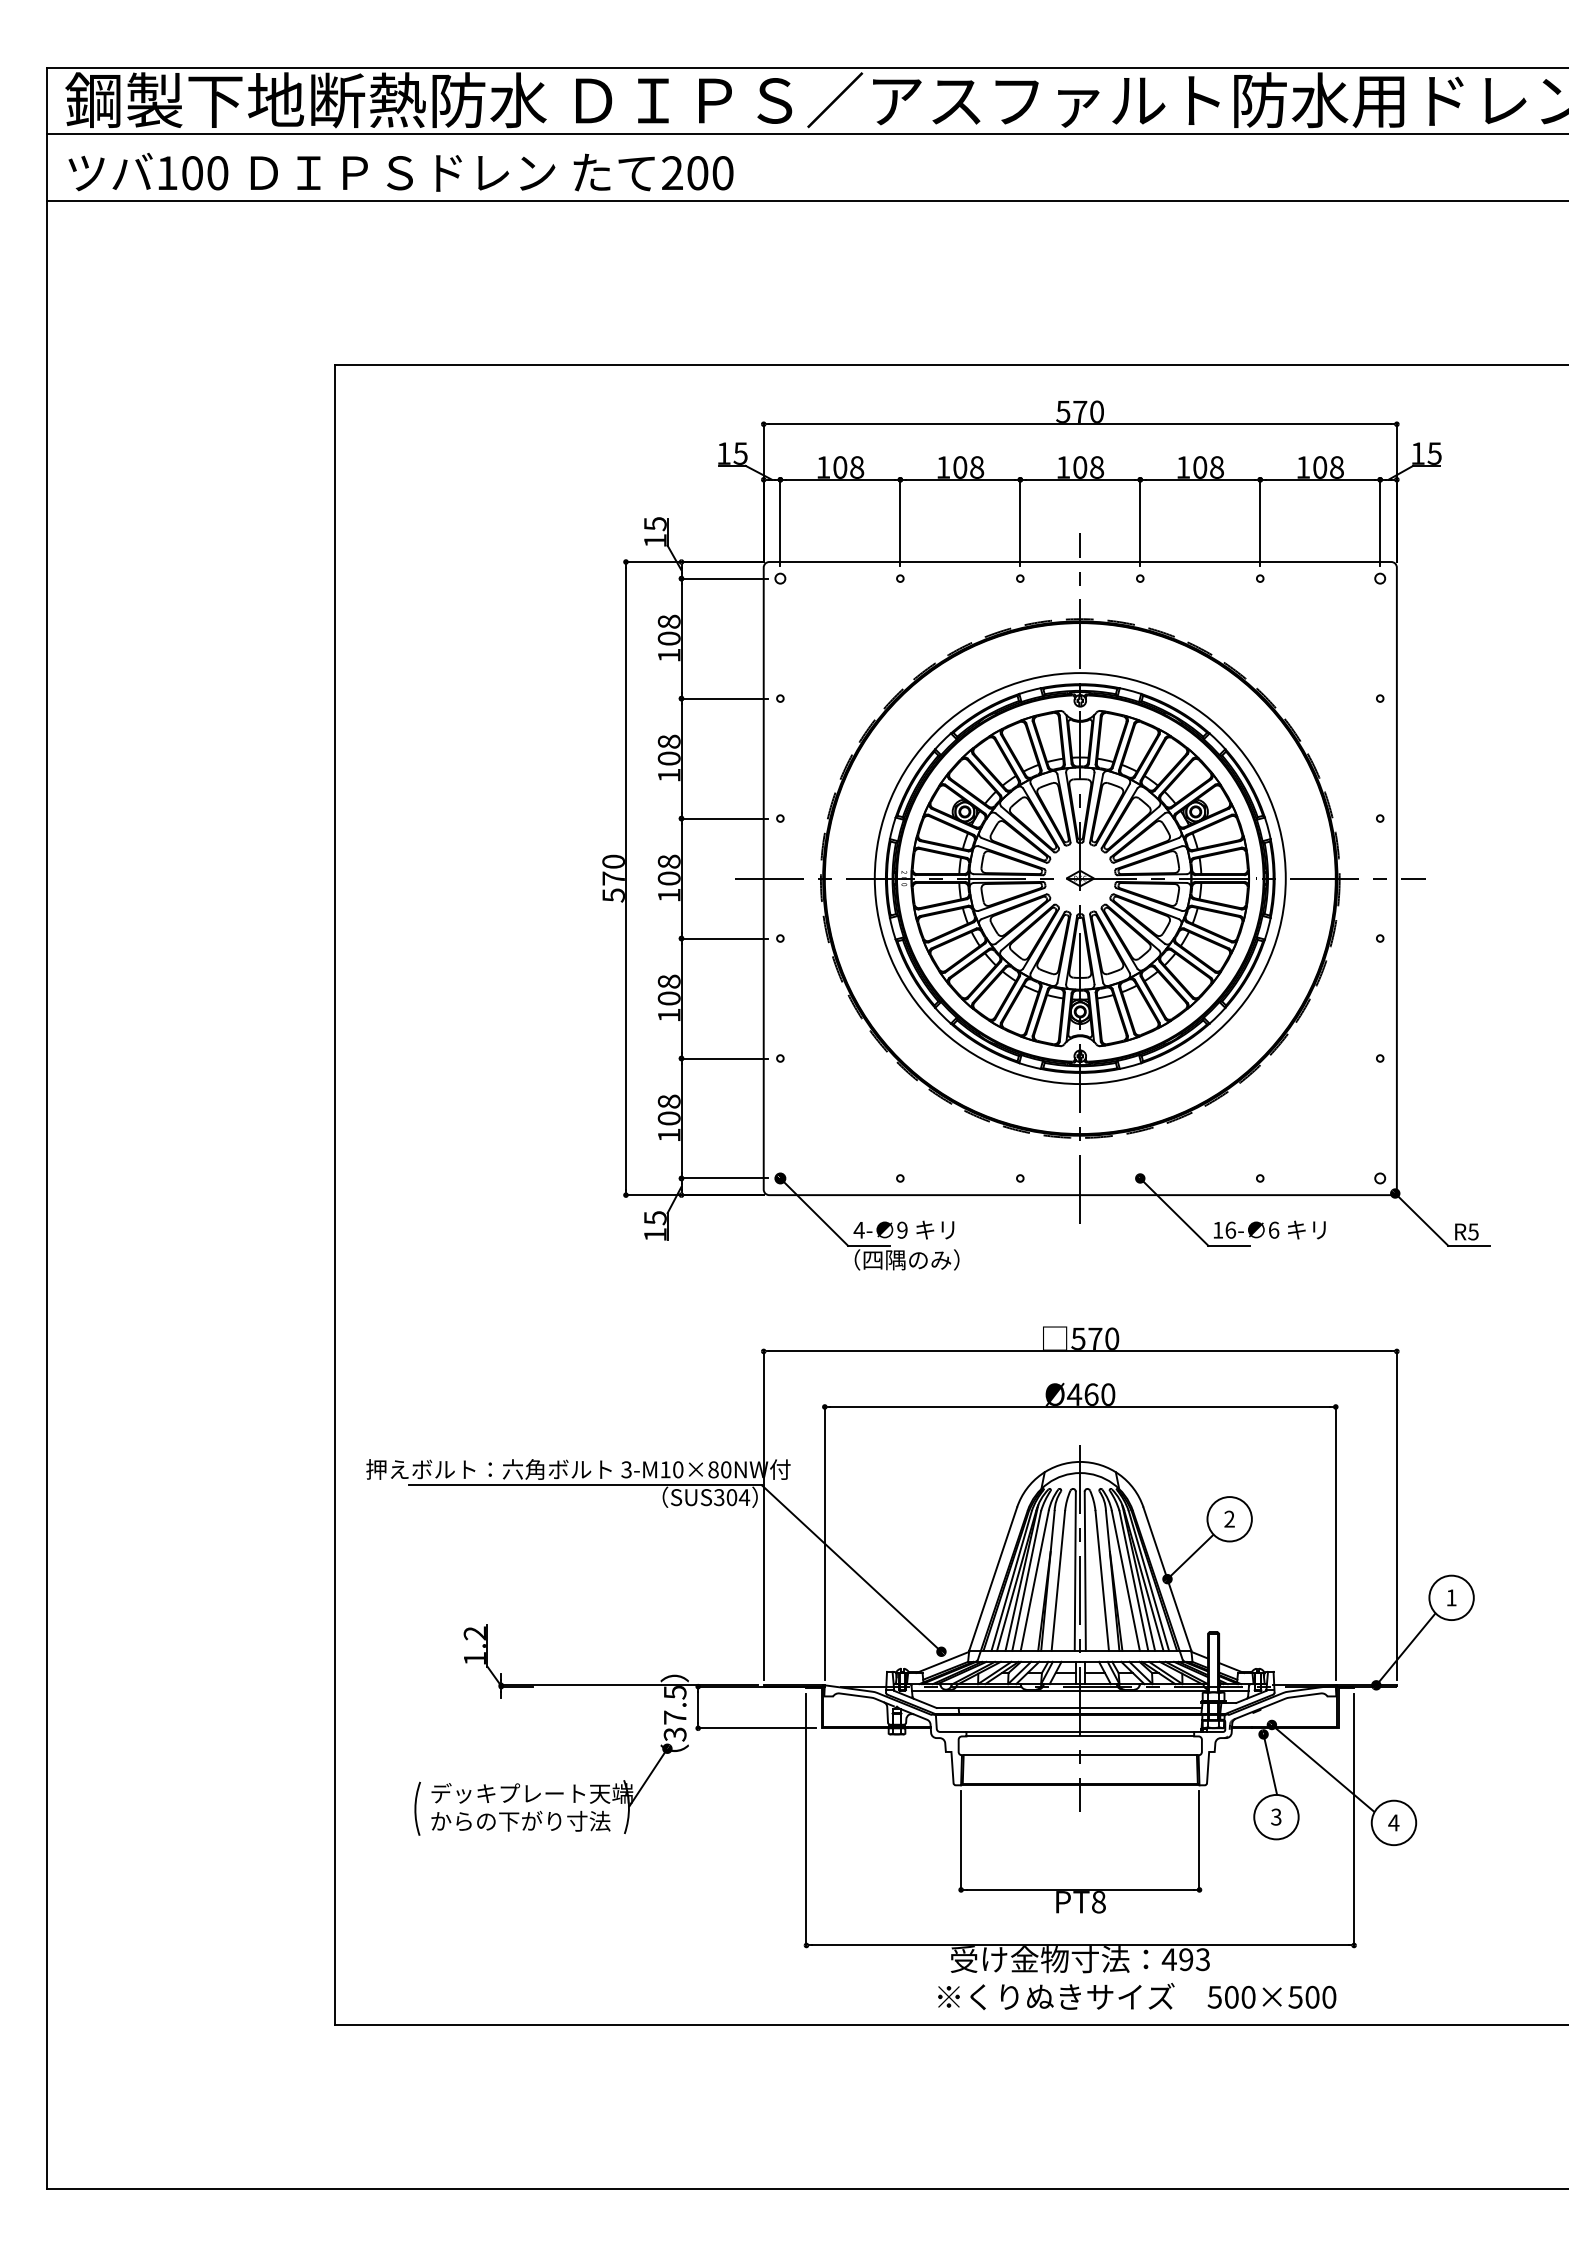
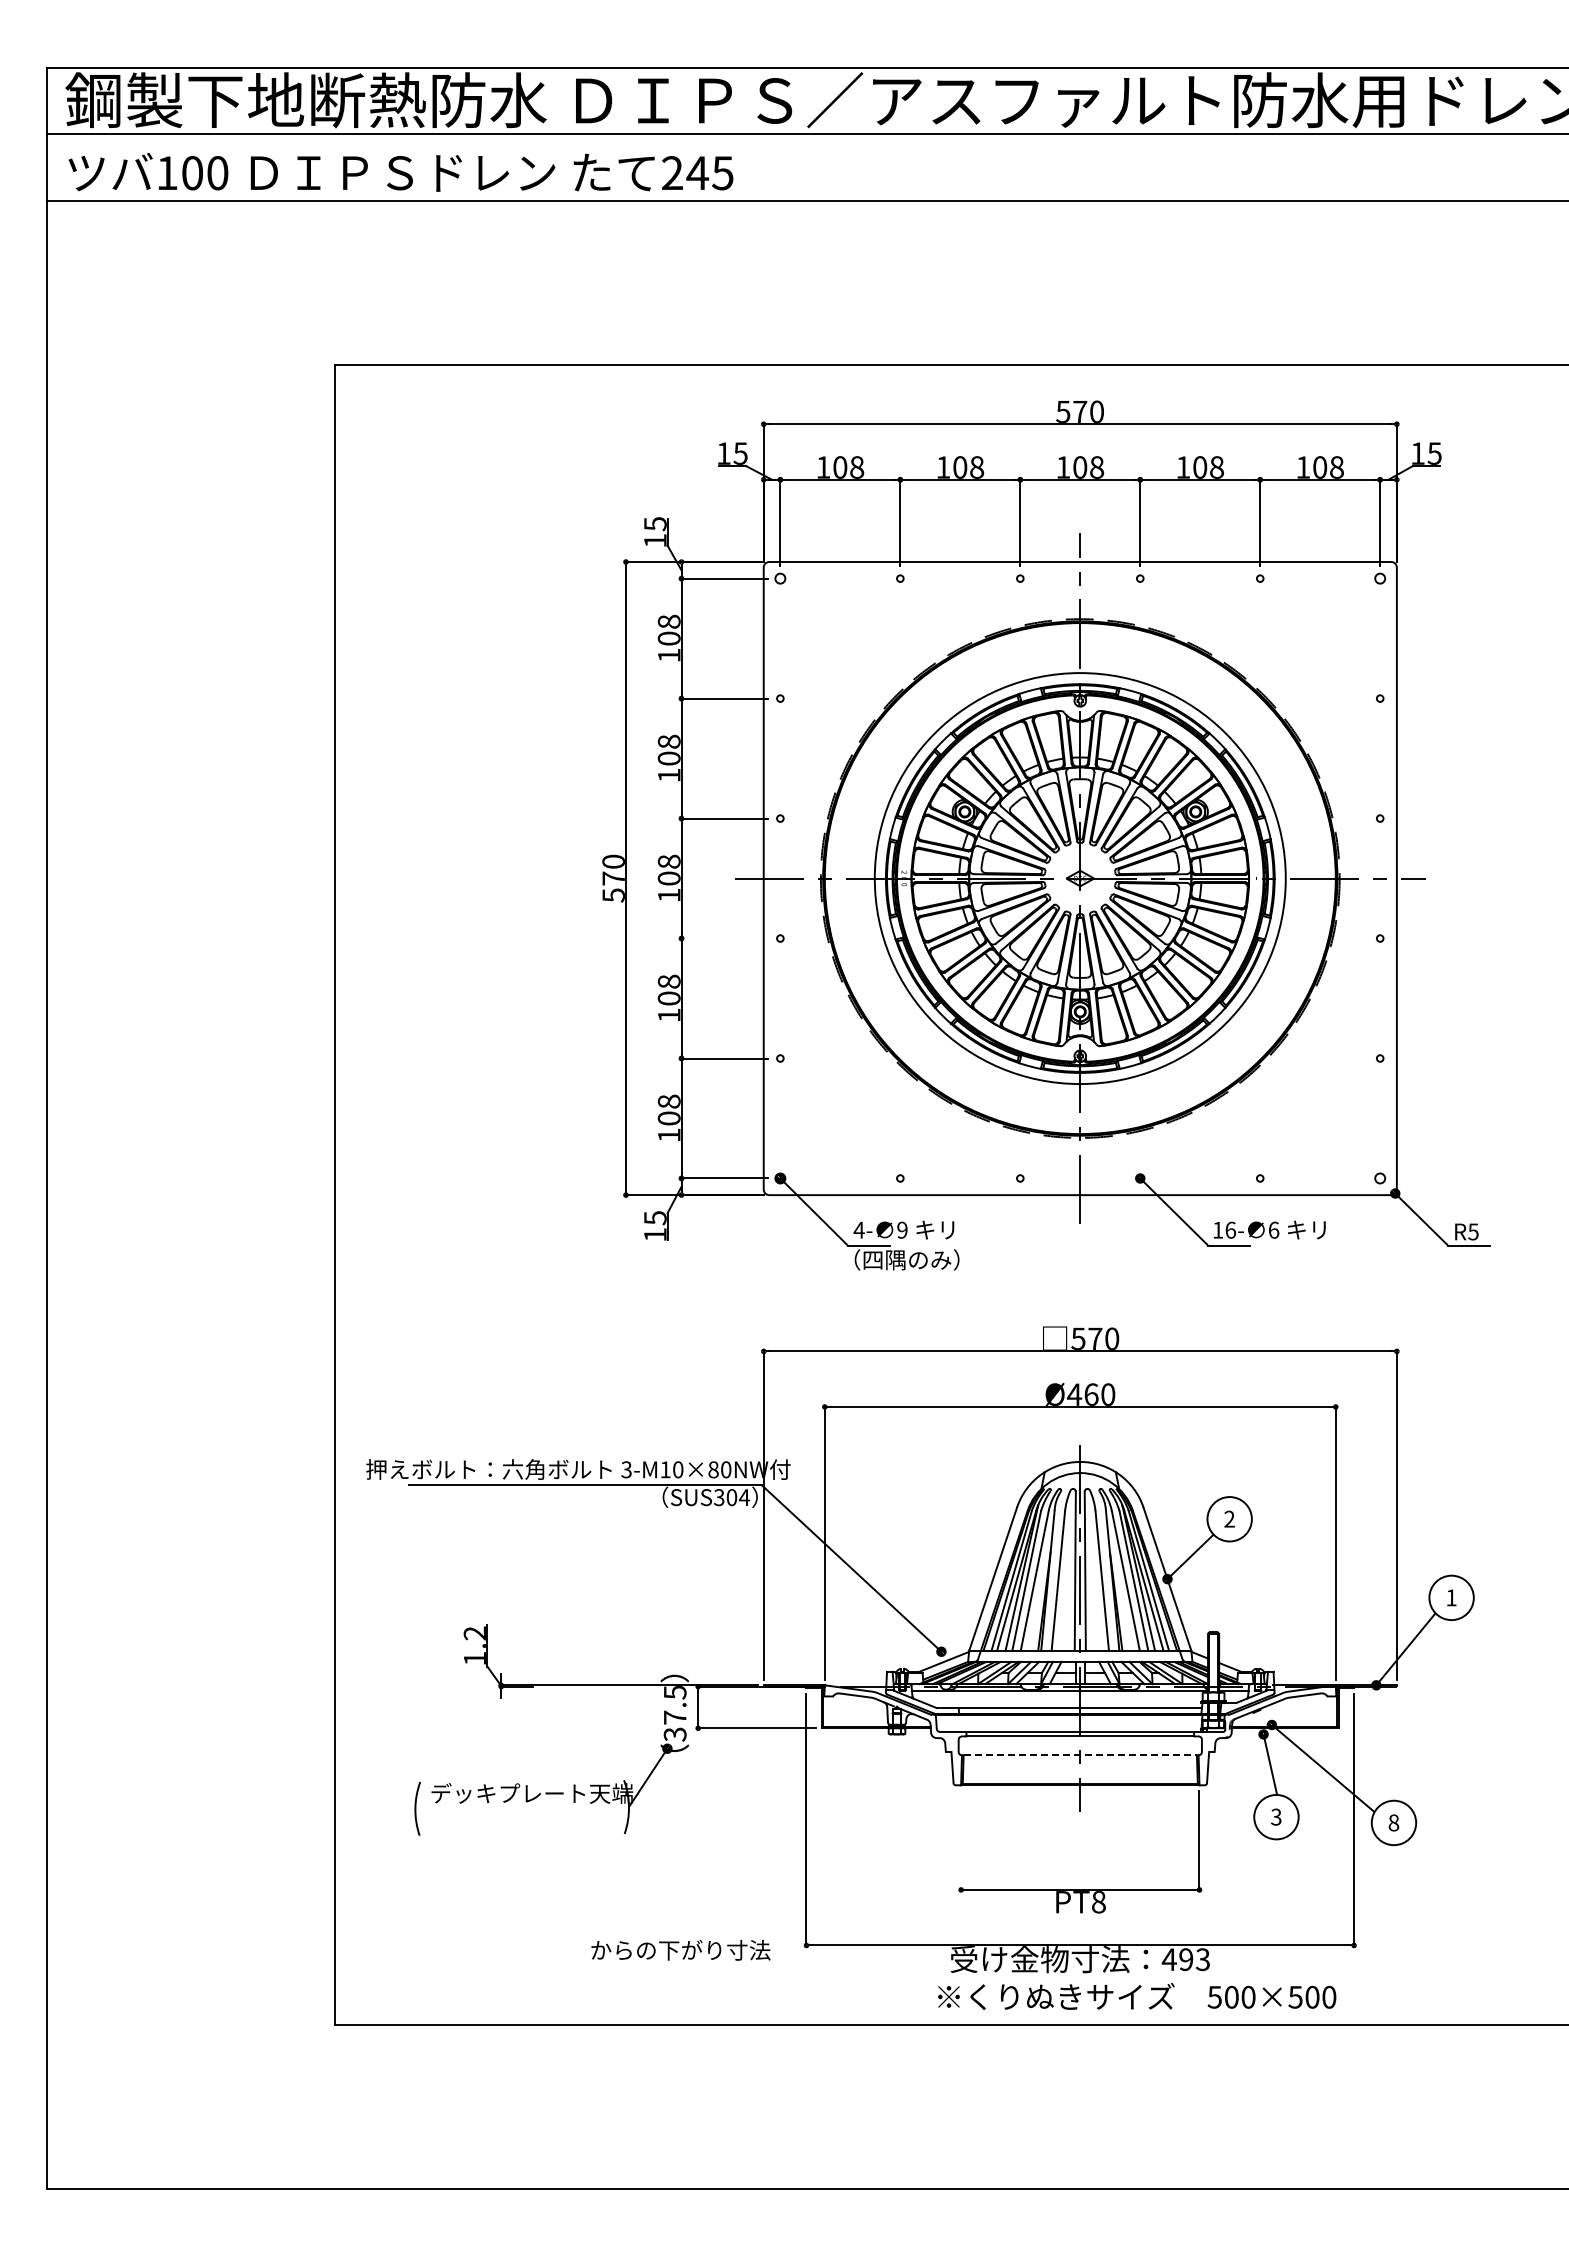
text at (709, 173): 200 -> 245
line at (724, 938): present -> none
line at (1080, 1755): solid -> dashed
text at (520, 1820) position: (520, 1820) -> (680, 1949)
text at (1393, 1822): 4 -> 8
line at (961, 1839): present -> none
